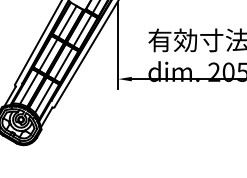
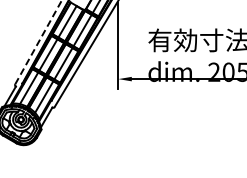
line at (38, 42): solid -> dashed
